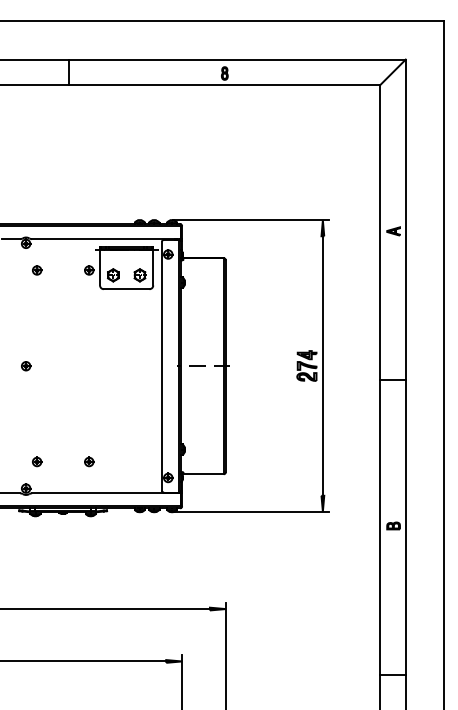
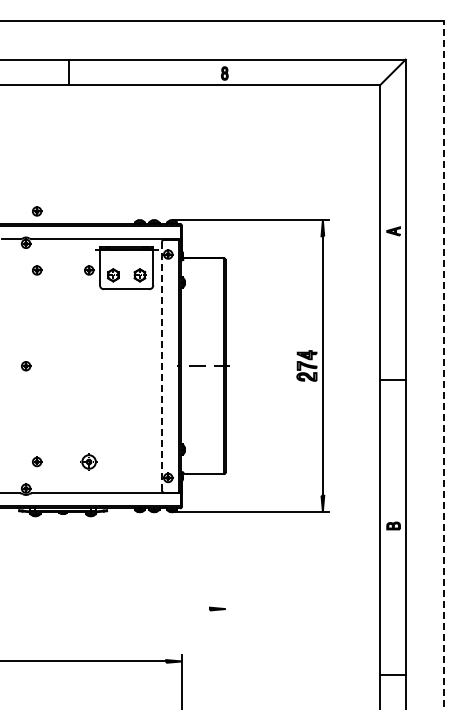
part at (37, 211): none -> present
line at (161, 365): solid -> dashed
line at (444, 365): solid -> dashed
part at (89, 461) size: 11x12 px -> 18x18 px
line at (105, 609): present -> none
line at (225, 654): present -> none
